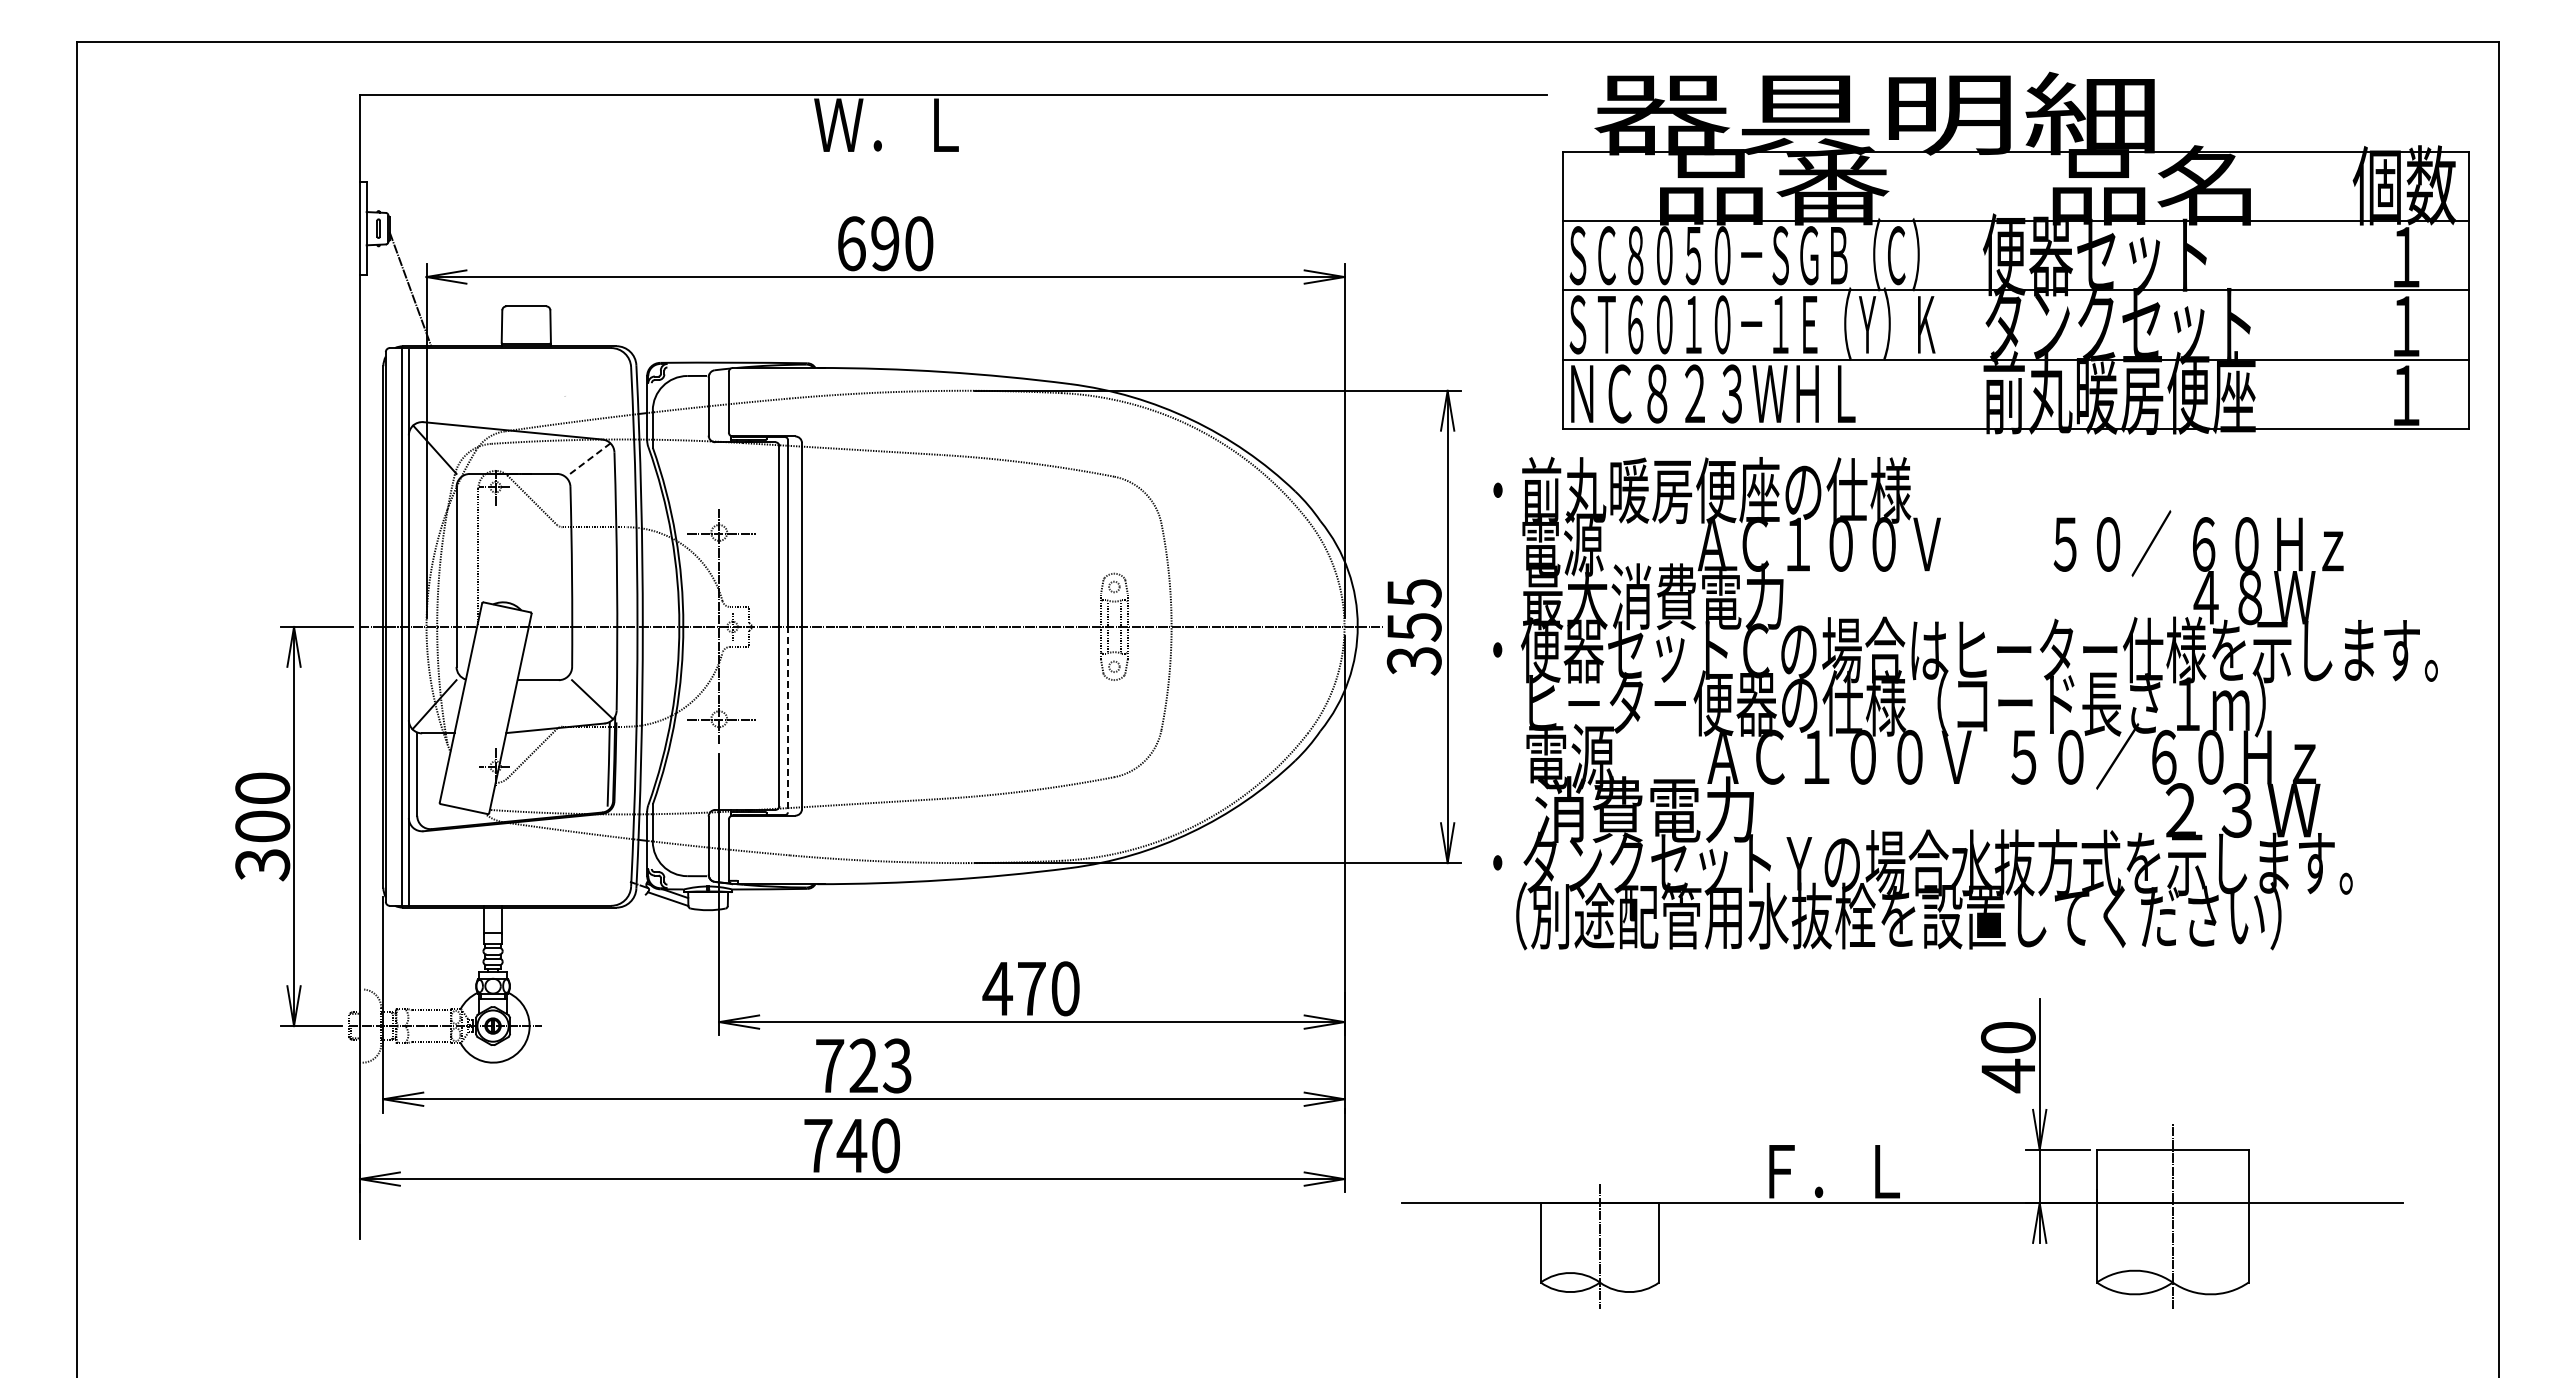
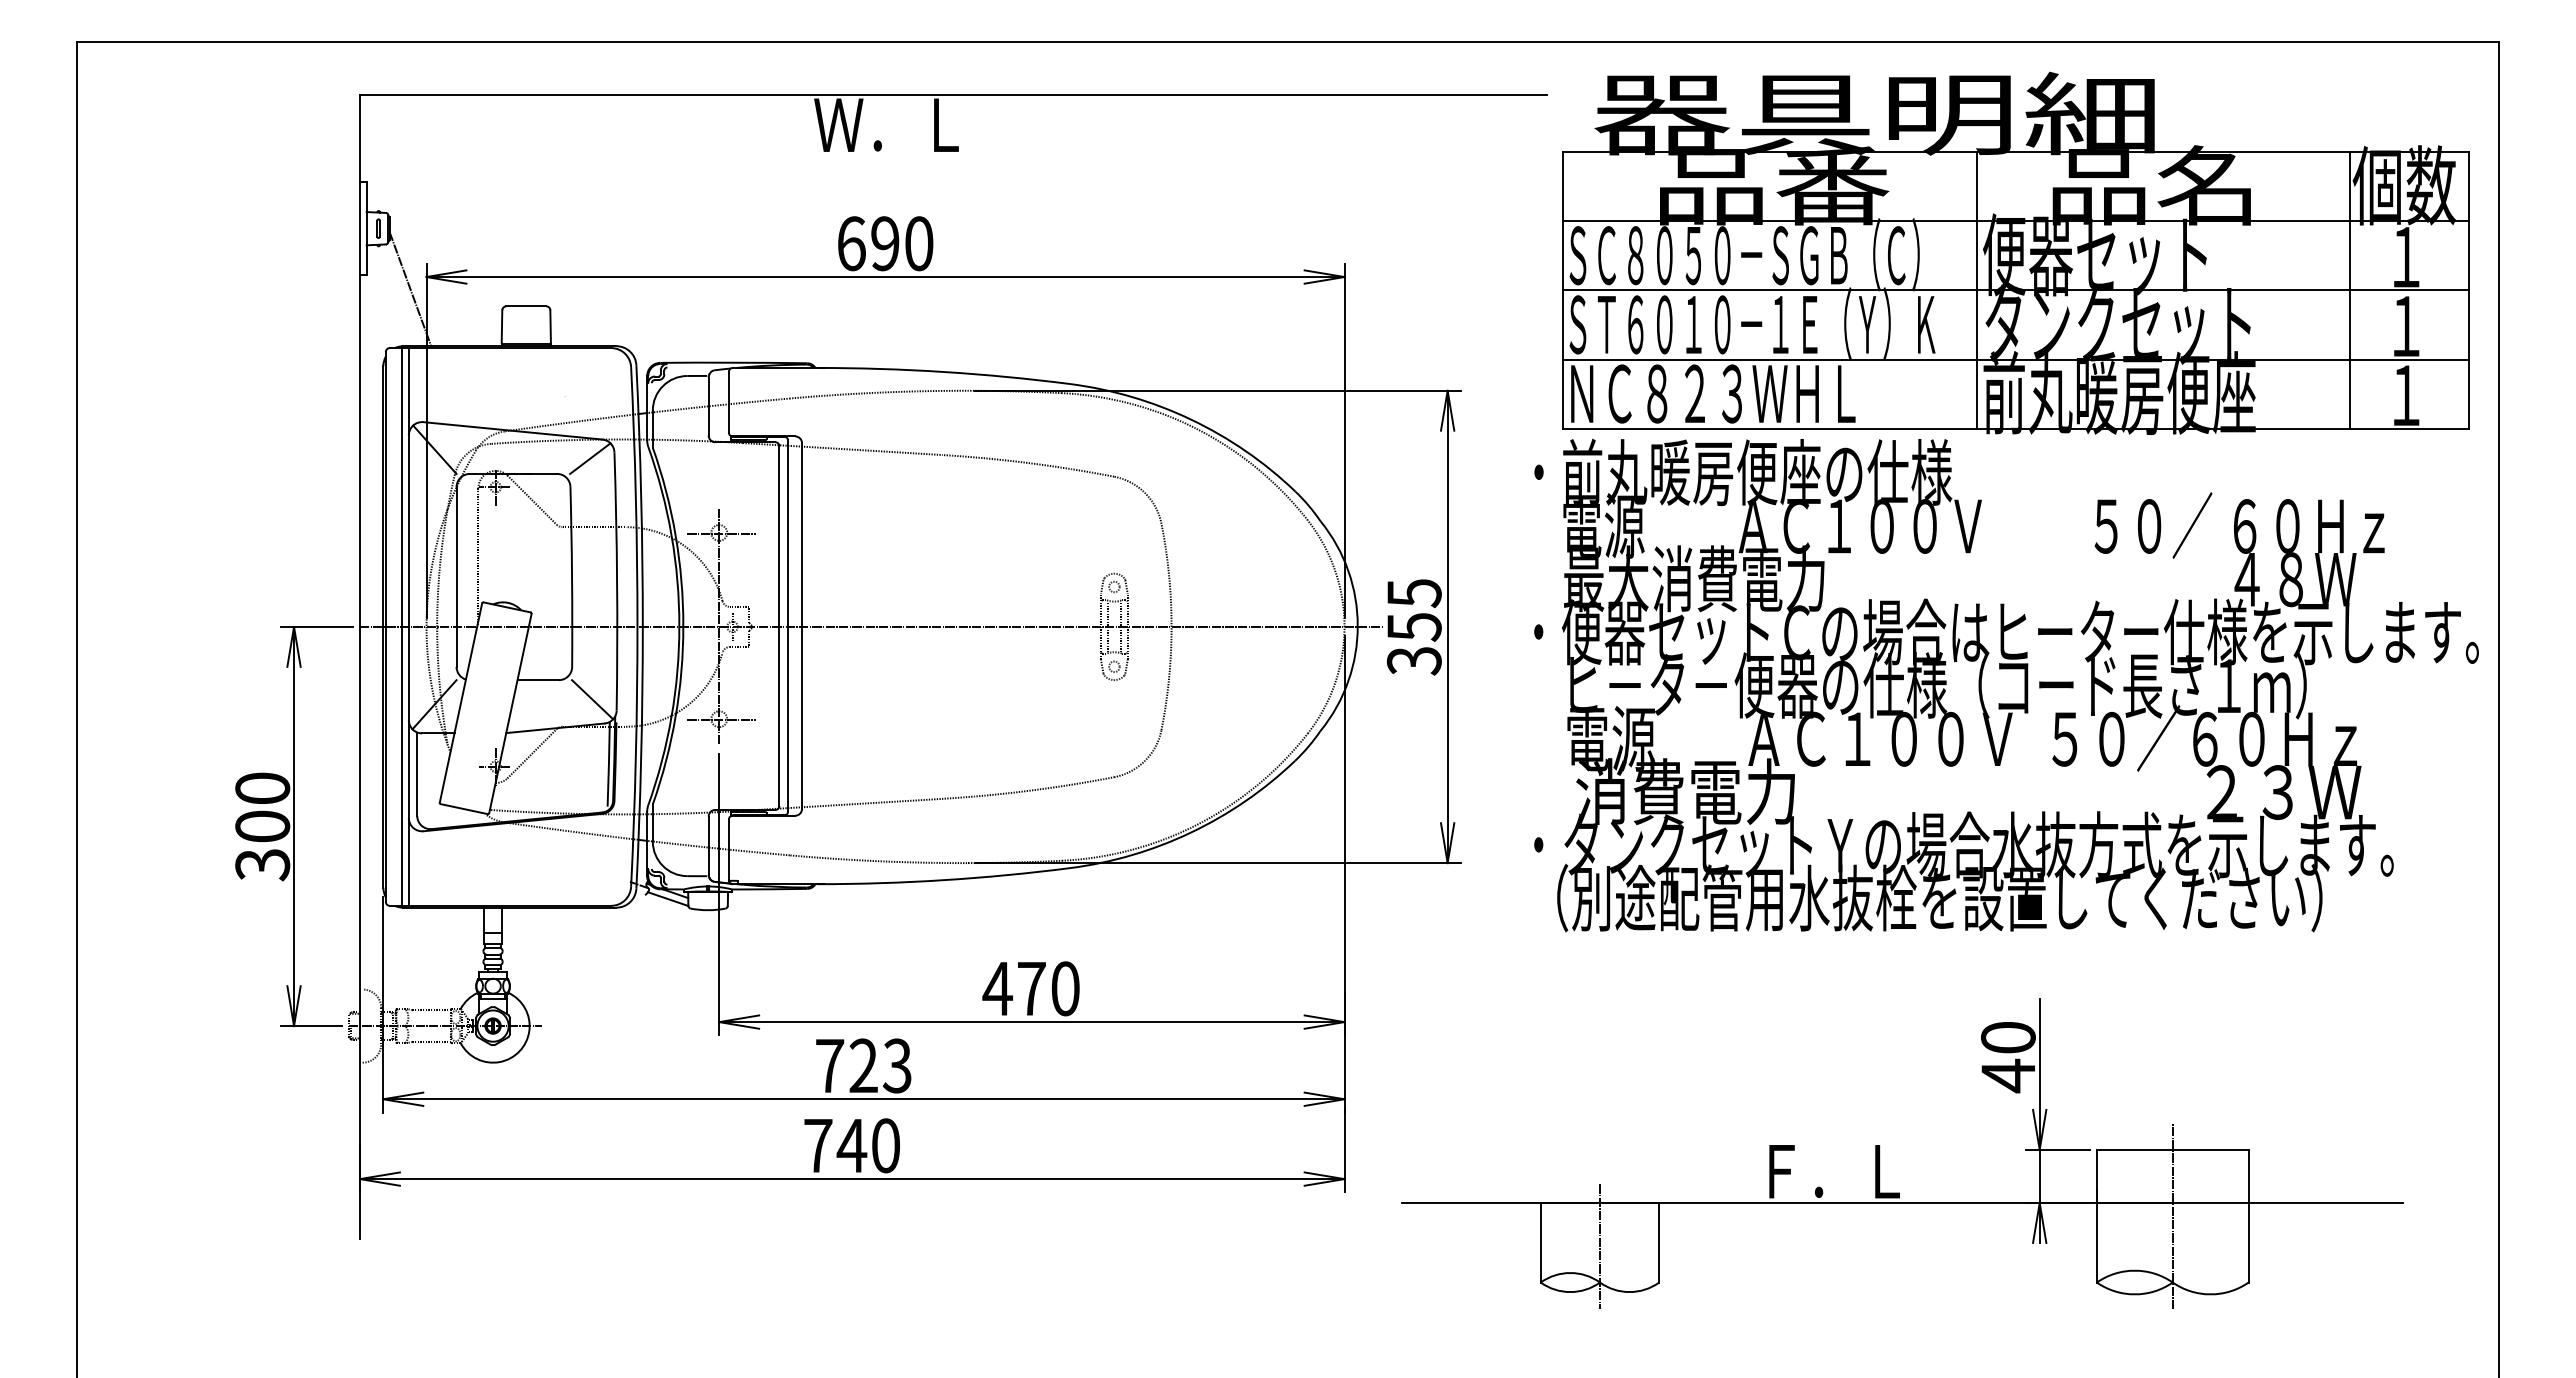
line at (1977, 289): none -> present
line at (2349, 289): none -> present
line at (590, 458): dashed -> solid
text at (1965, 703) position: (1965, 703) -> (2006, 685)
line at (787, 719): dashed -> solid
